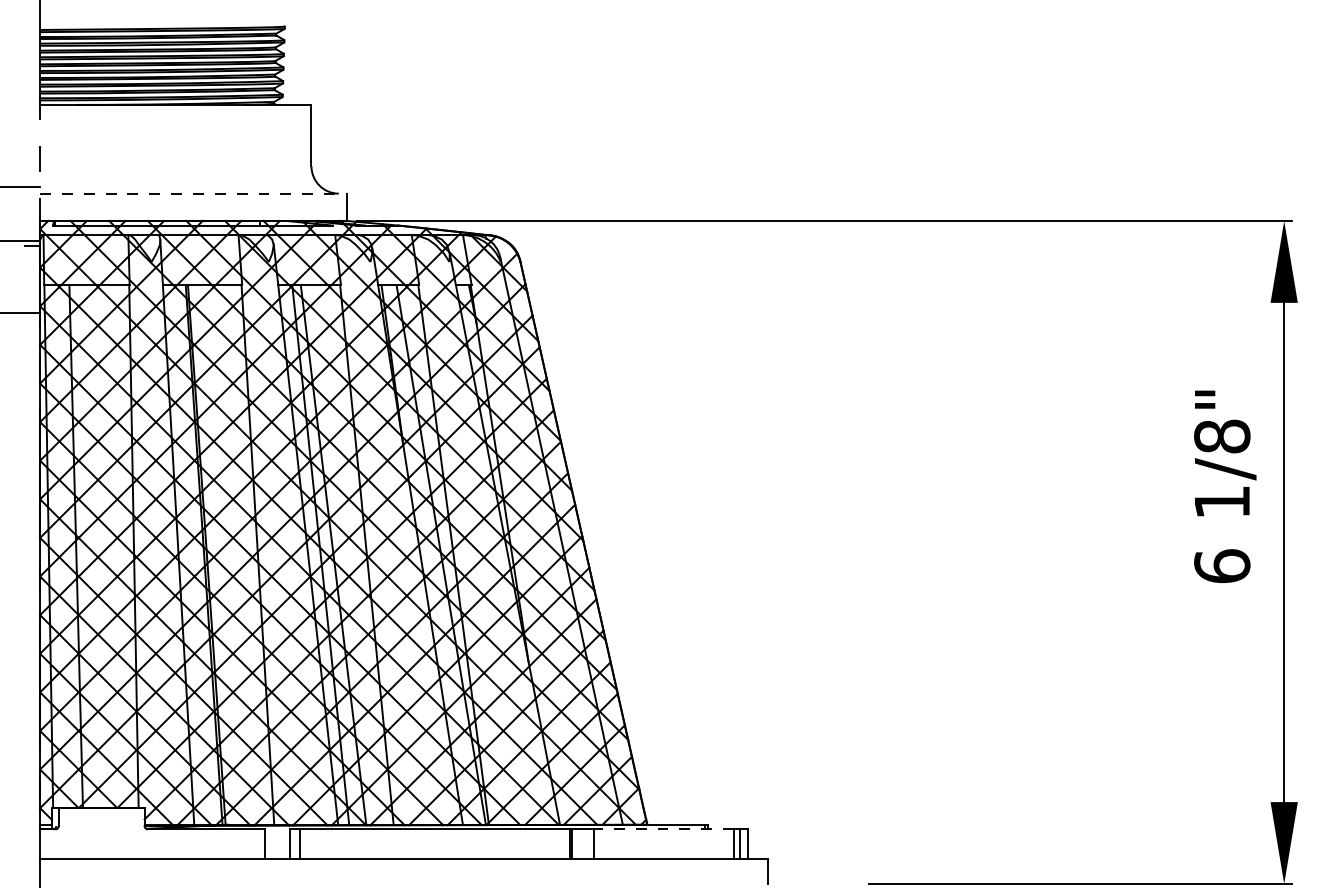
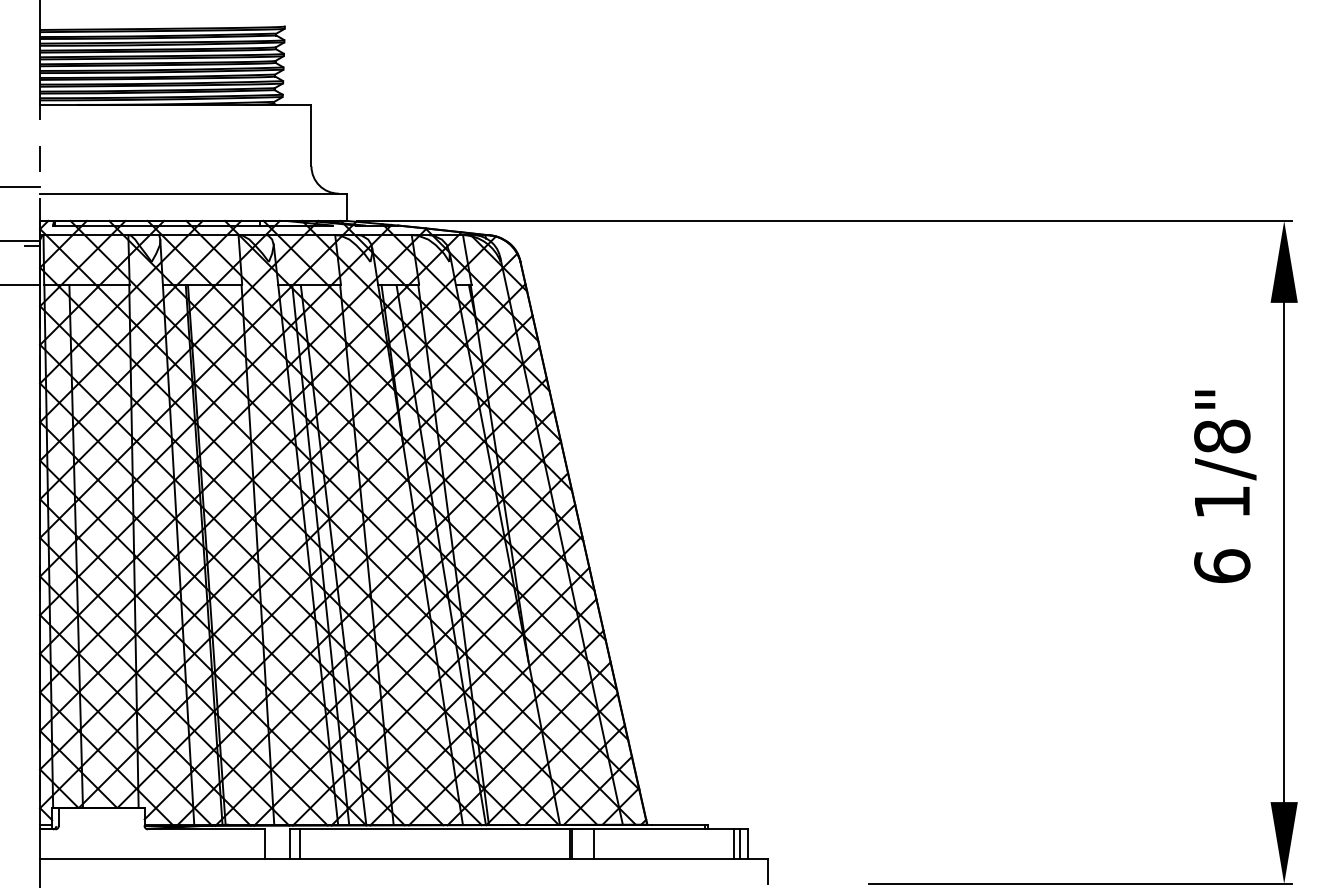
line at (193, 193): dashed -> solid
line at (21, 312) position: (21, 312) -> (21, 284)
line at (664, 829): dashed -> solid
